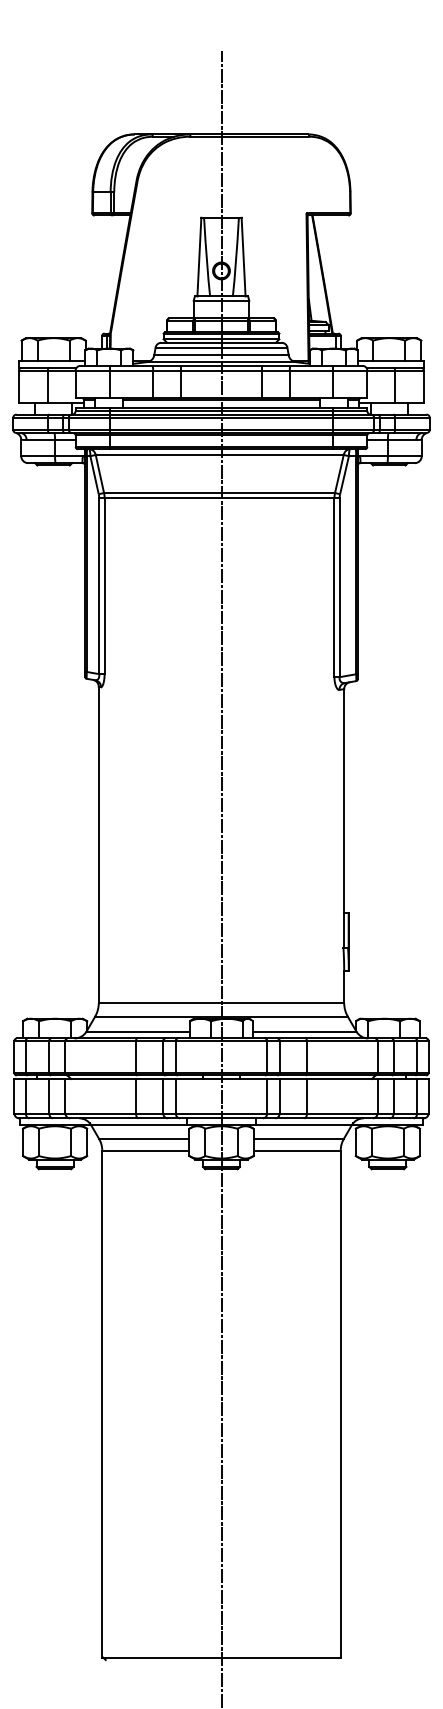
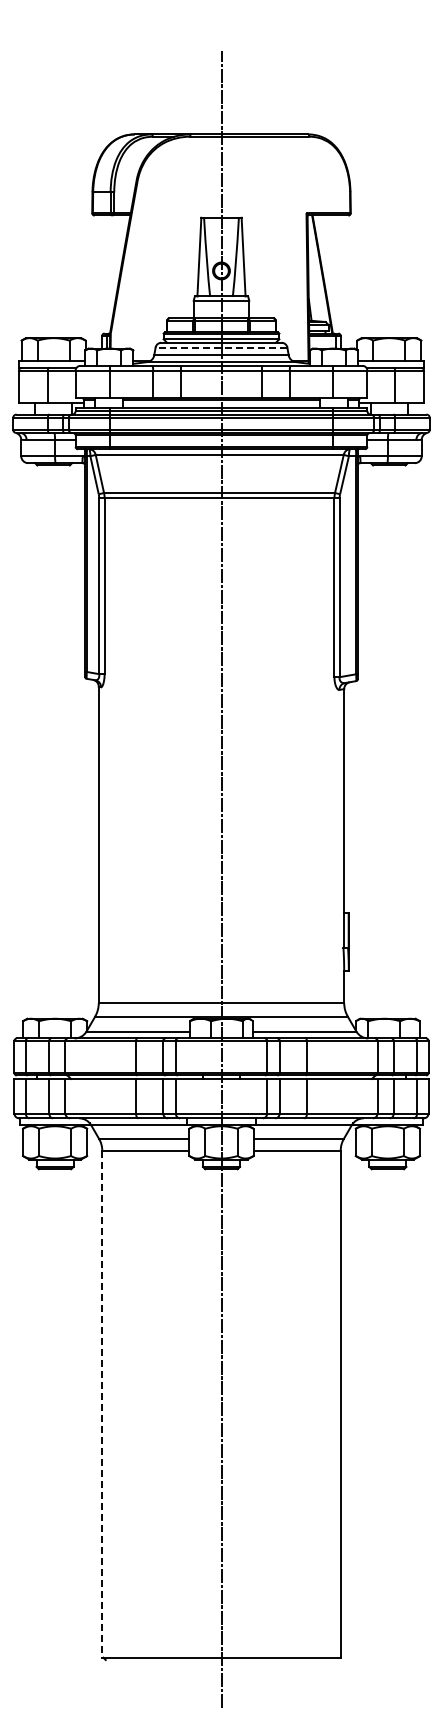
line at (221, 347): solid -> dashed
line at (102, 1404): solid -> dashed
